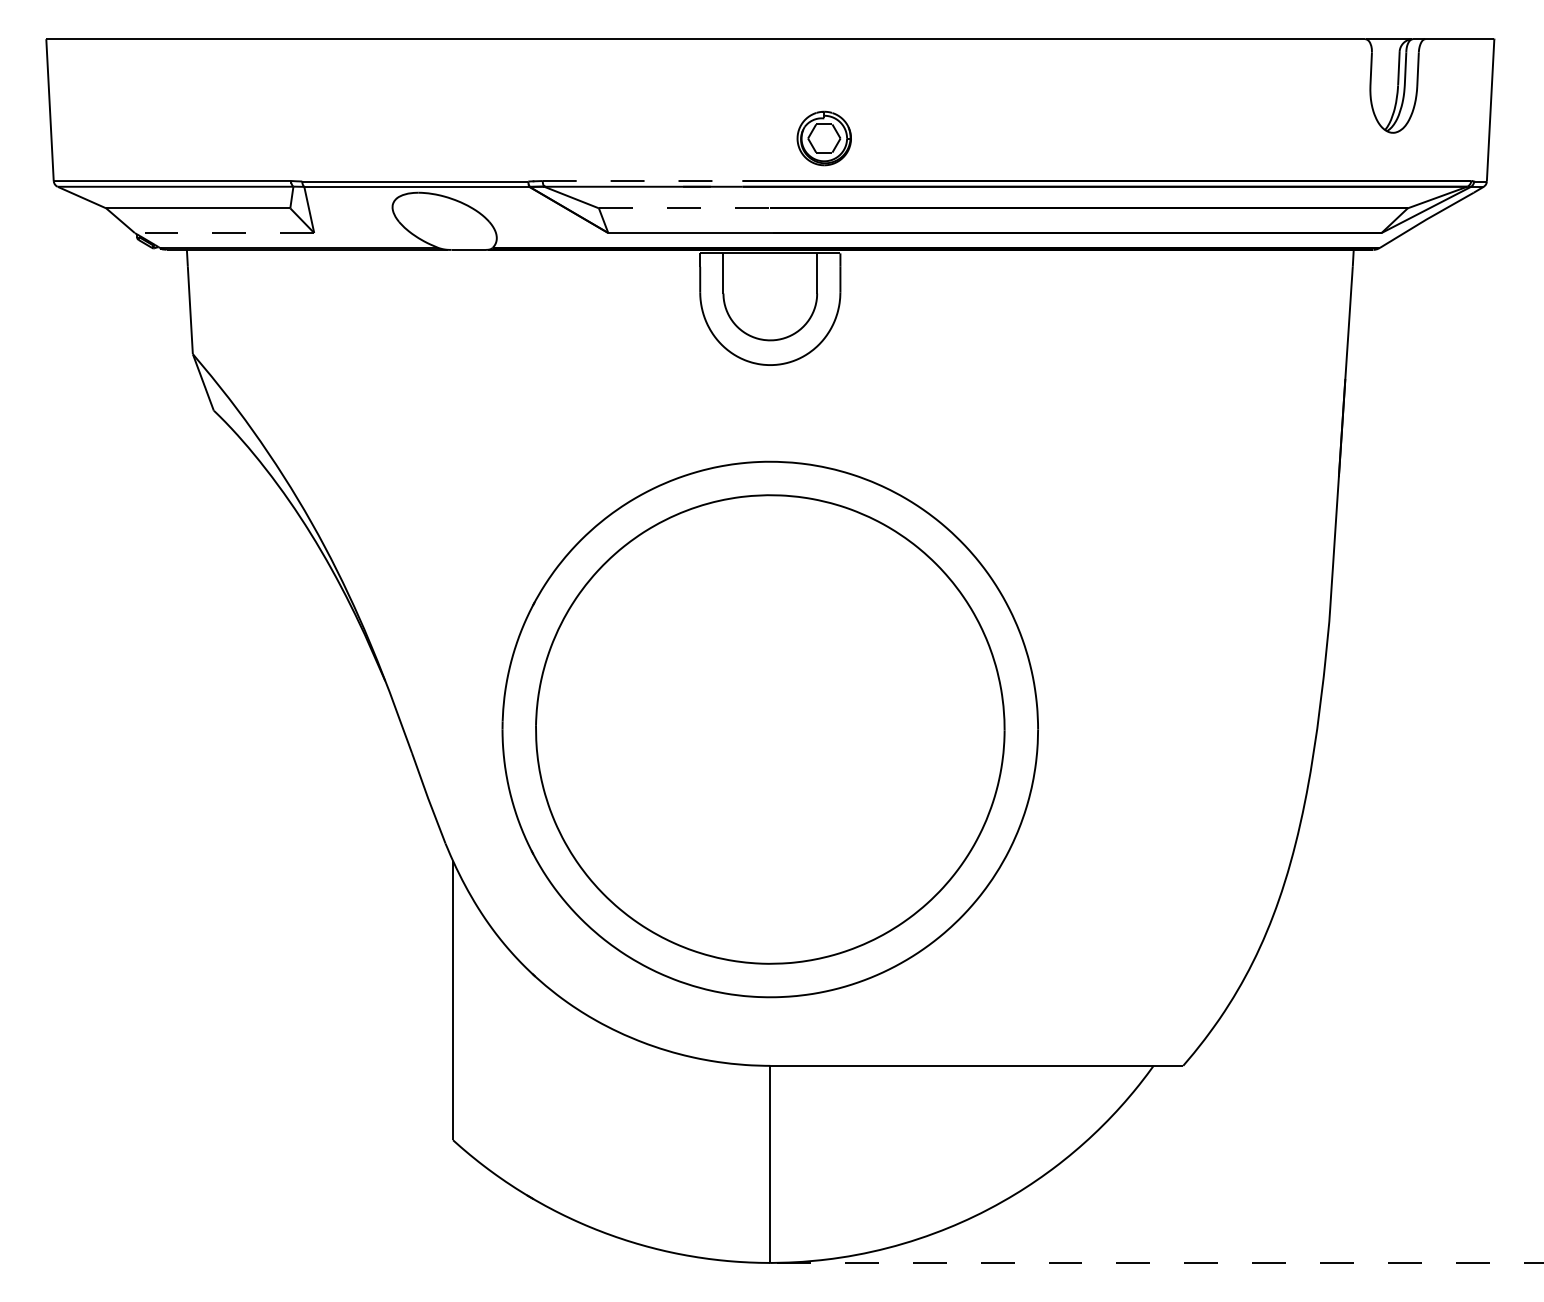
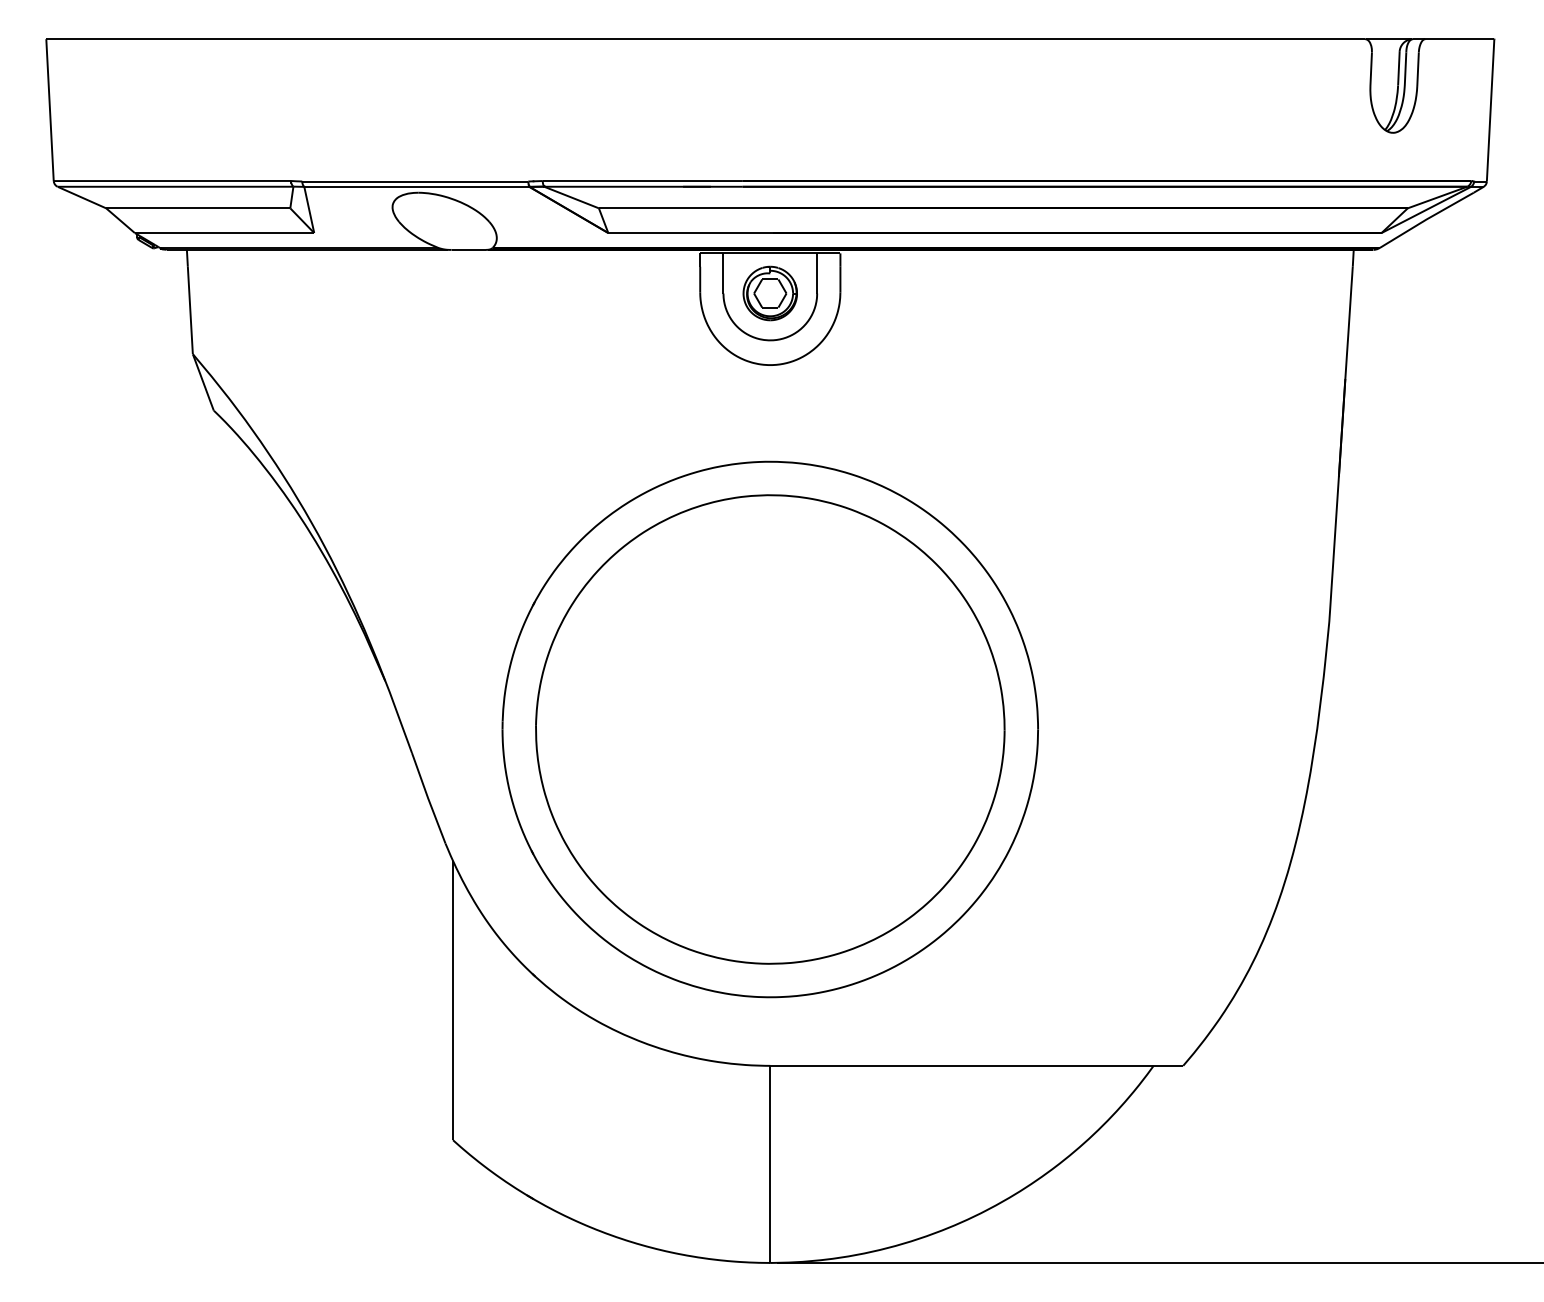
part at (823, 138) position: (823, 138) -> (769, 293)
line at (642, 181): dashed -> solid
line at (684, 208): dashed -> solid
line at (224, 233): dashed -> solid
line at (1160, 1262): dashed -> solid
